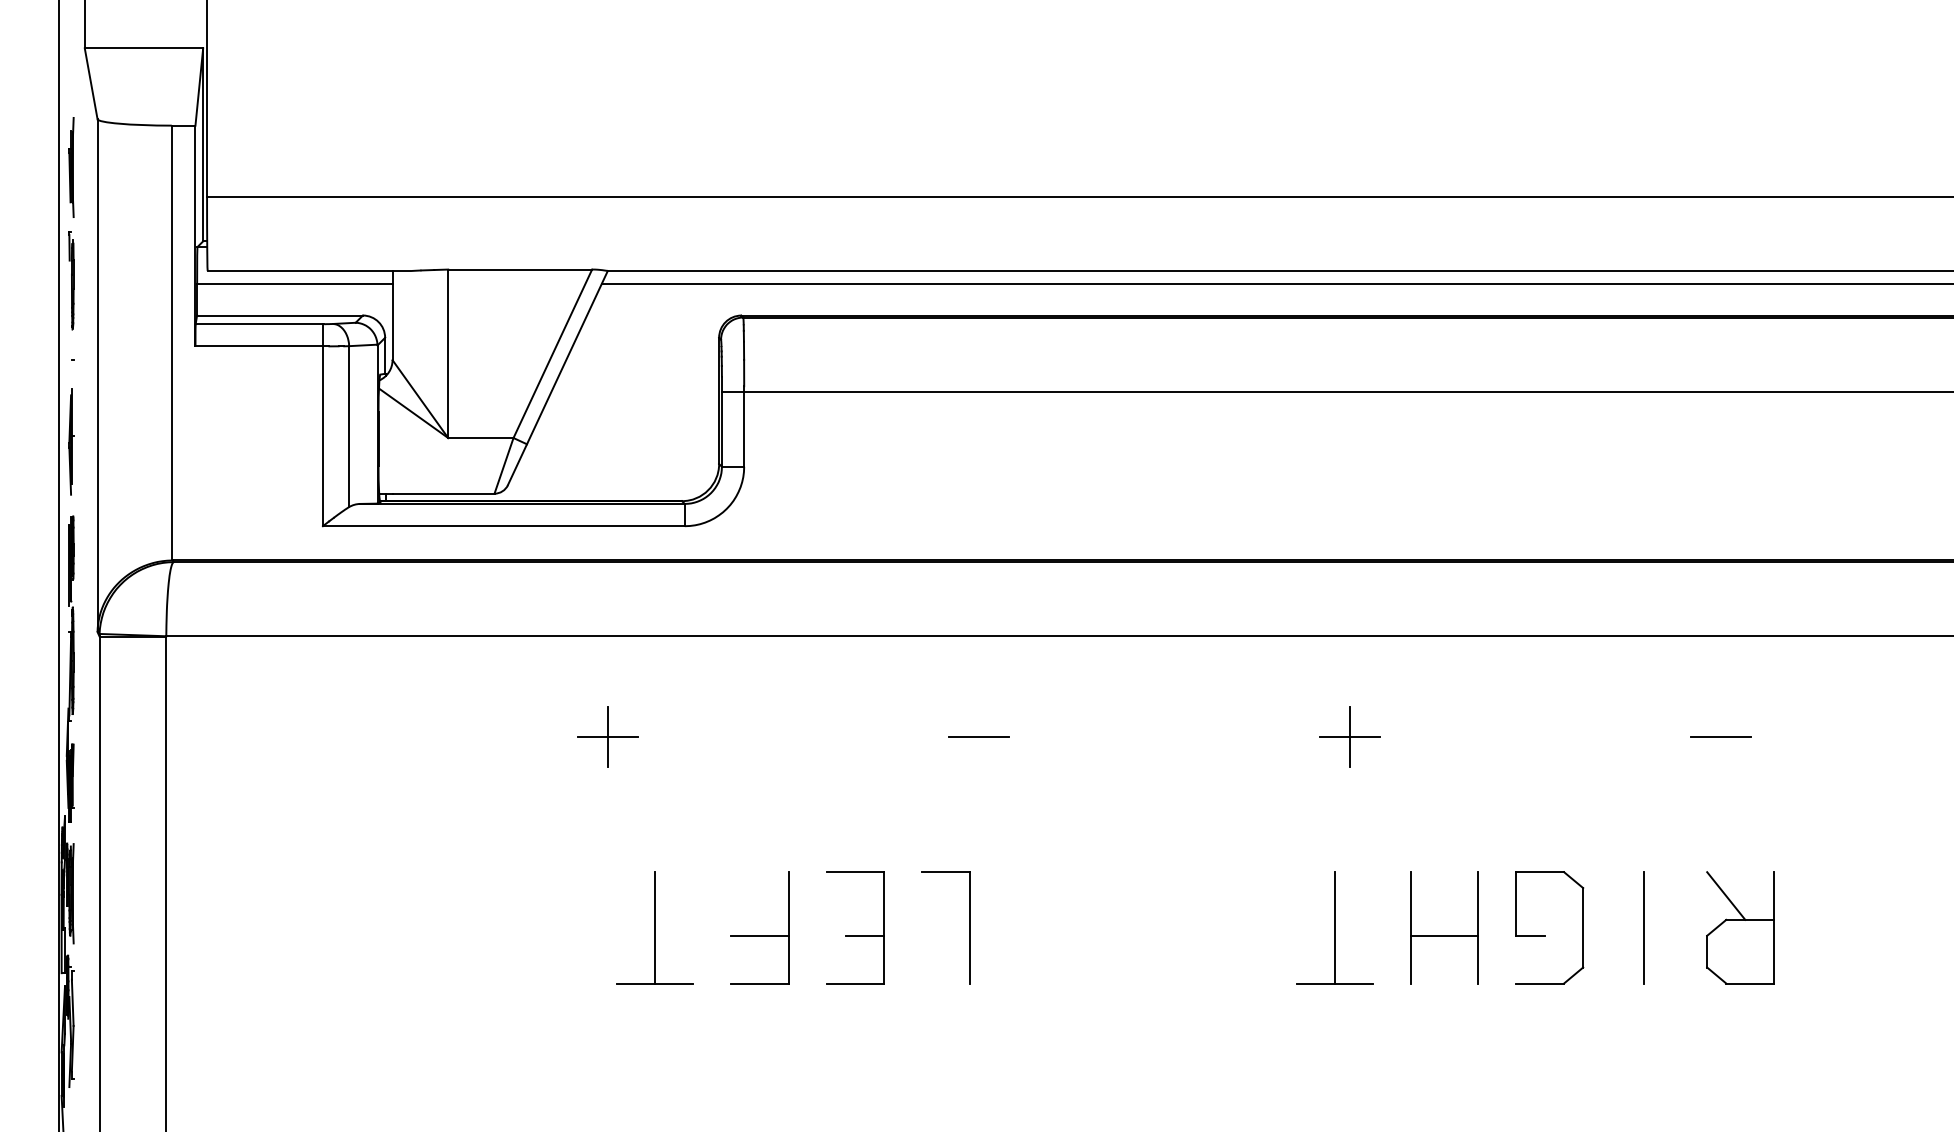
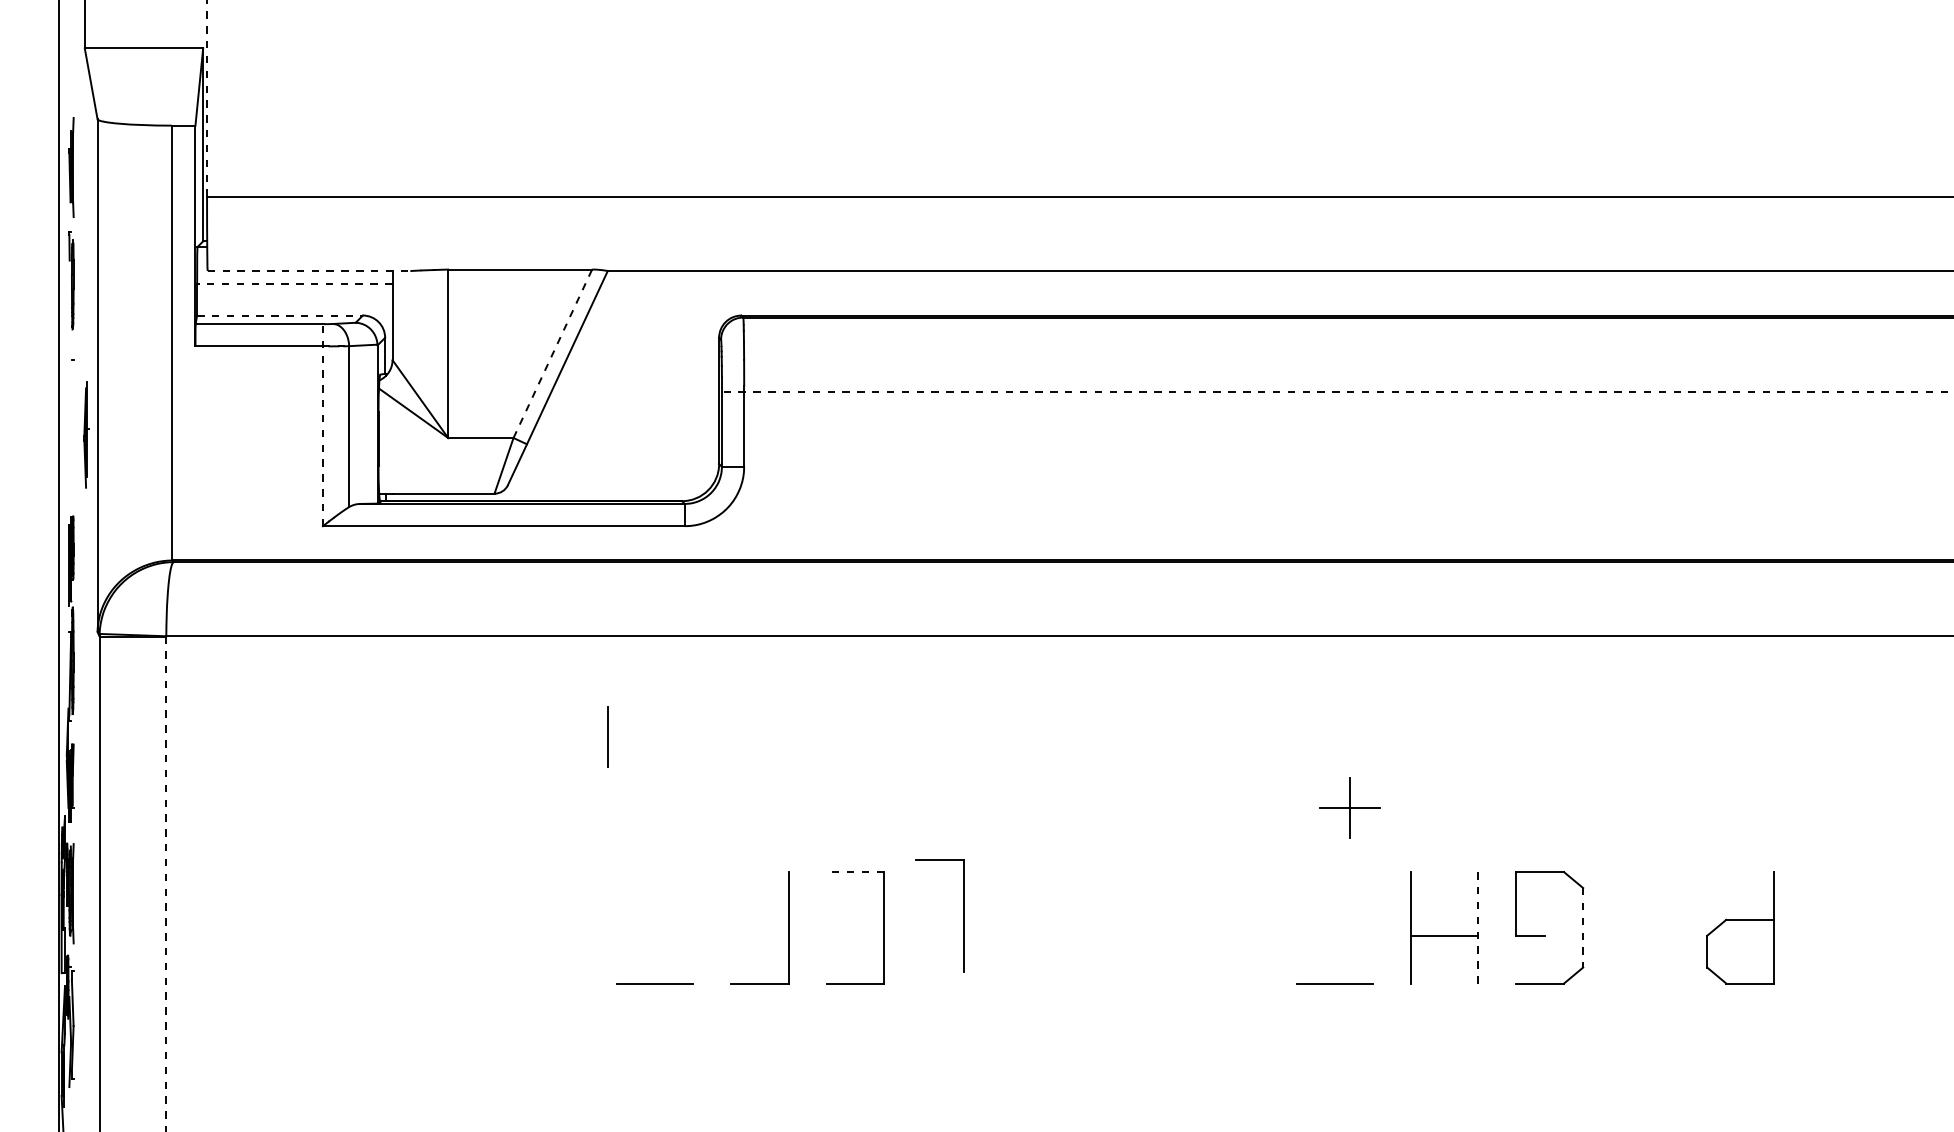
line at (207, 97): solid -> dashed
line at (309, 271): solid -> dashed
line at (294, 284): solid -> dashed
line at (1275, 284): present -> none
line at (279, 315): solid -> dashed
line at (552, 353): solid -> dashed
line at (1337, 391): solid -> dashed
line at (322, 424): solid -> dashed
part at (71, 441) position: (71, 441) -> (86, 434)
line at (607, 736): present -> none
line at (978, 736): present -> none
part at (1349, 736) position: (1349, 736) -> (1349, 807)
line at (1720, 736): present -> none
line at (855, 872): solid -> dashed
line at (166, 884): solid -> dashed
line at (1726, 895): present -> none
line at (654, 927): present -> none
part at (969, 927) position: (969, 927) -> (963, 915)
line at (1335, 927): present -> none
line at (1478, 927): solid -> dashed
line at (1583, 927): solid -> dashed
line at (1643, 927): present -> none
line at (759, 935): present -> none
line at (864, 935): present -> none
